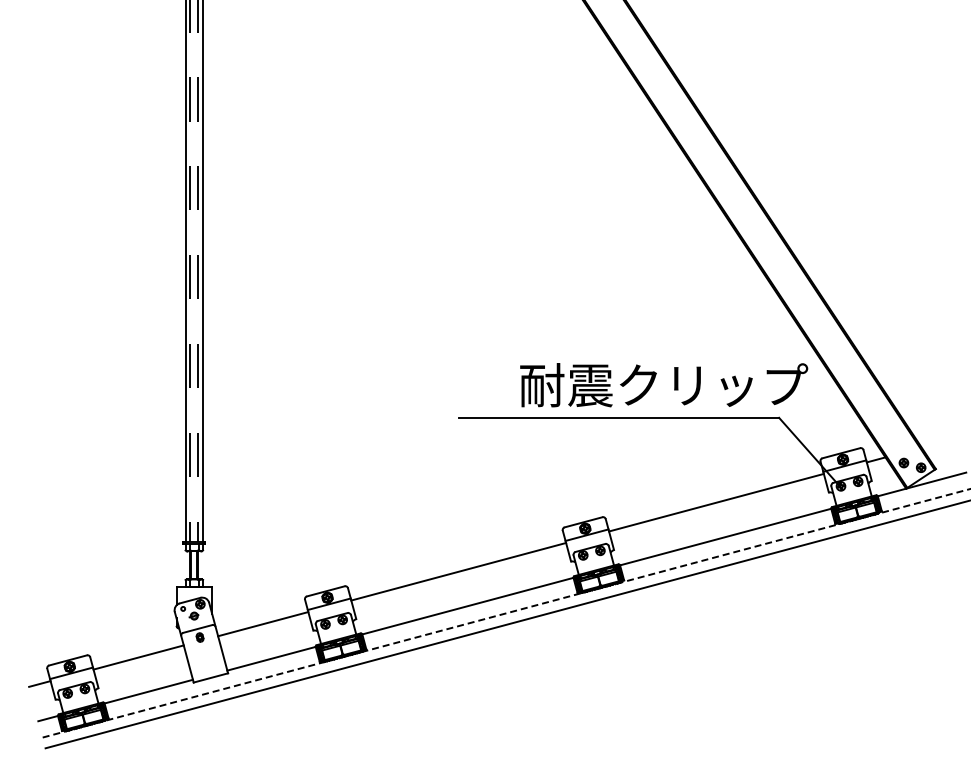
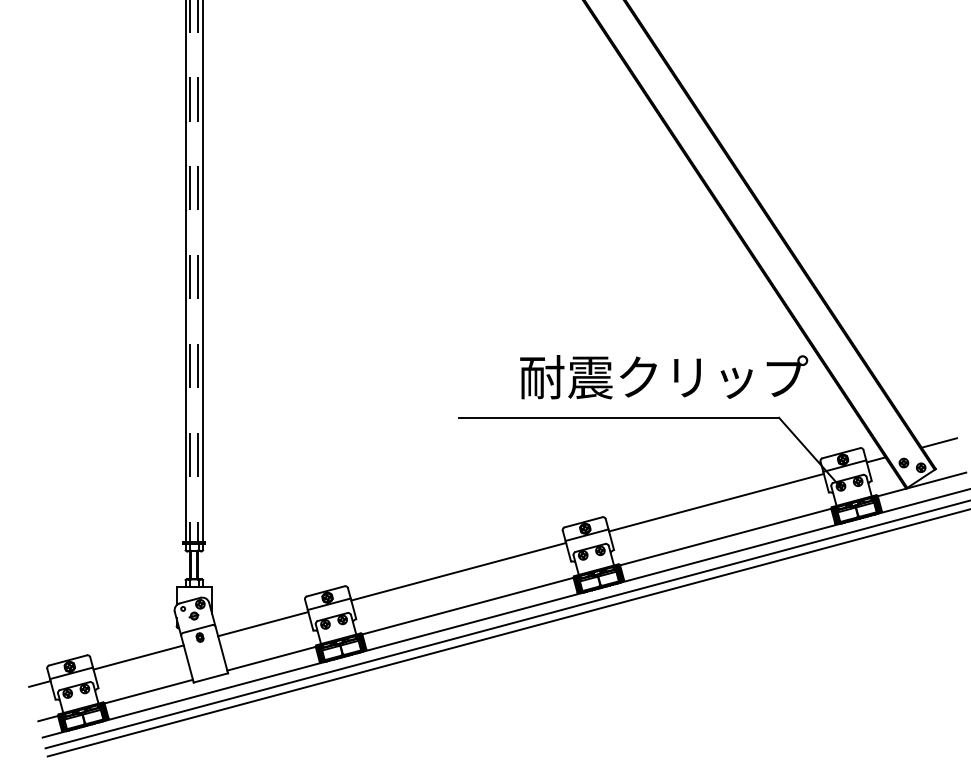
text at (664, 385) position: (664, 385) -> (664, 377)
line at (939, 442): none -> present
line at (507, 613): dashed -> solid
line at (507, 632): none -> present
